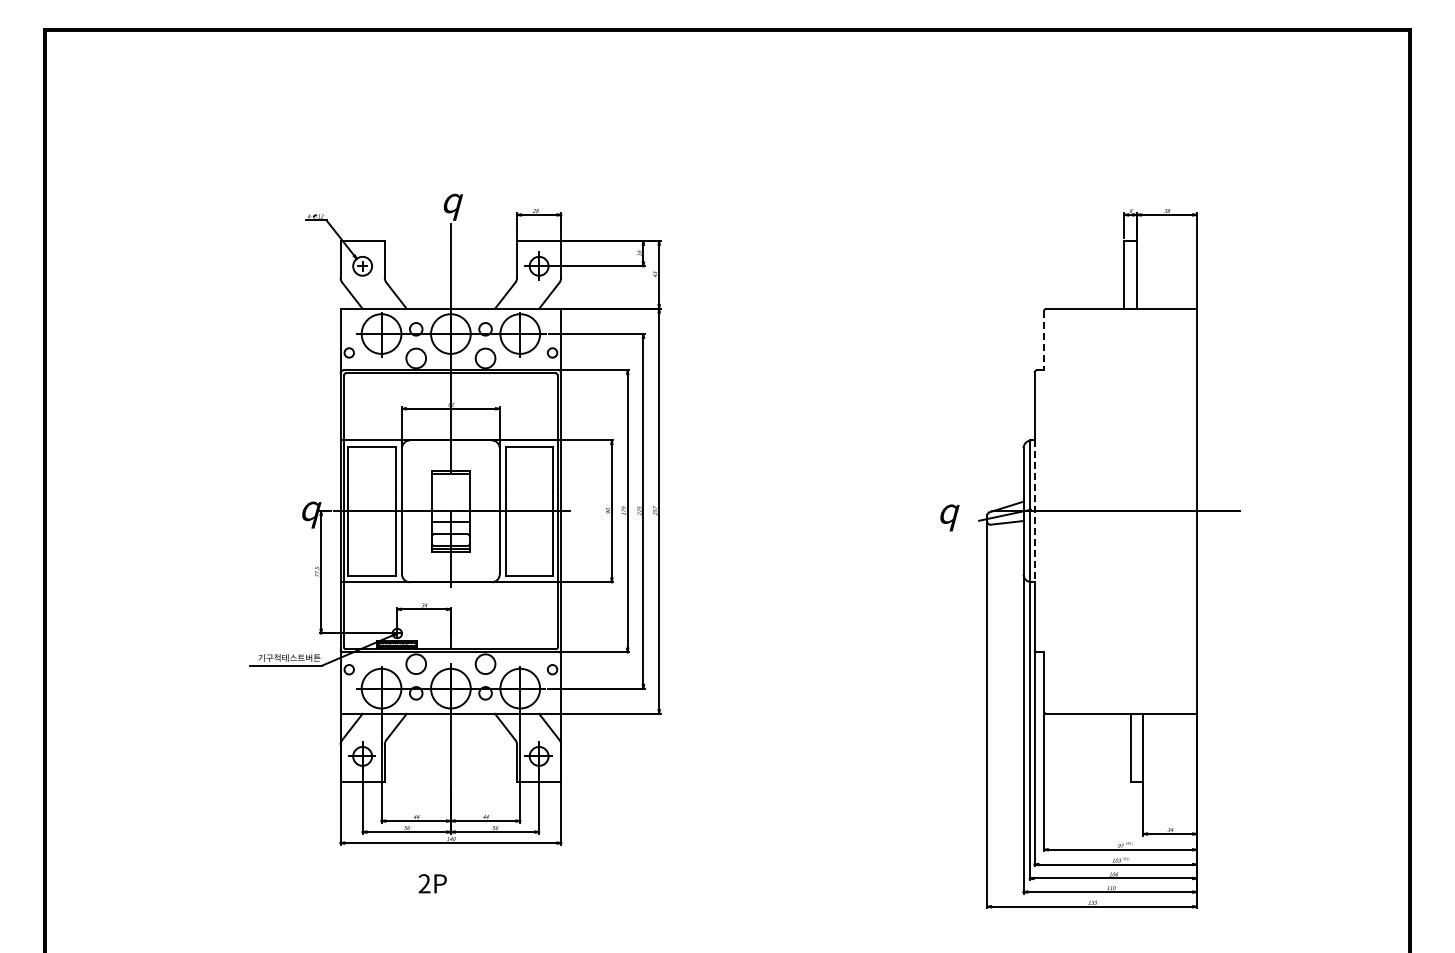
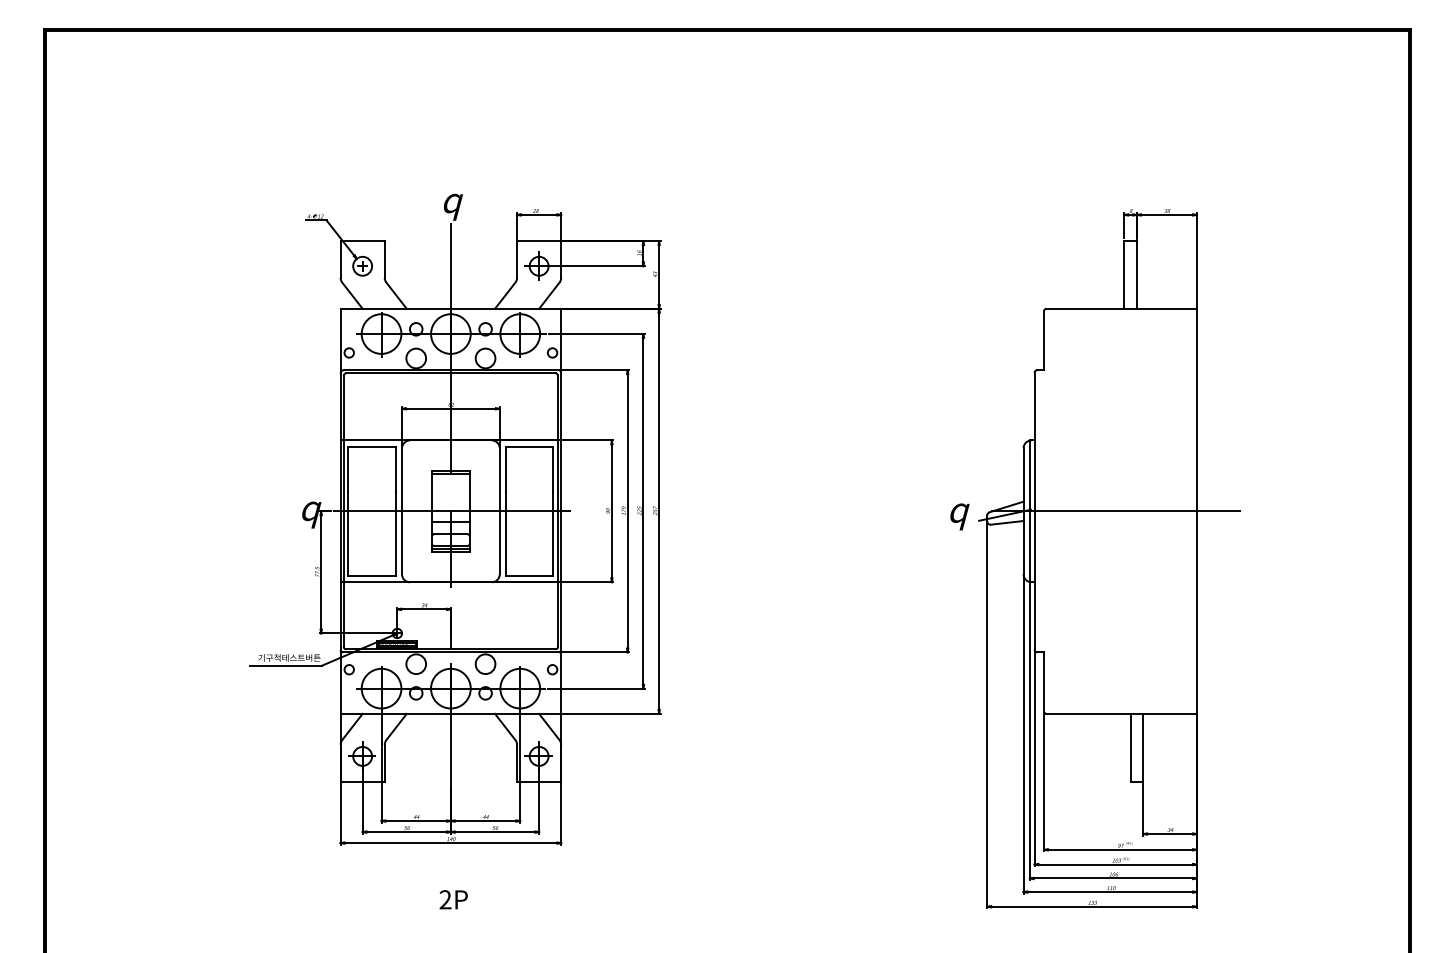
line at (1044, 340): dashed -> solid
line at (1034, 511): dashed -> solid
text at (949, 517) position: (949, 517) -> (959, 516)
text at (432, 883) position: (432, 883) -> (453, 899)
